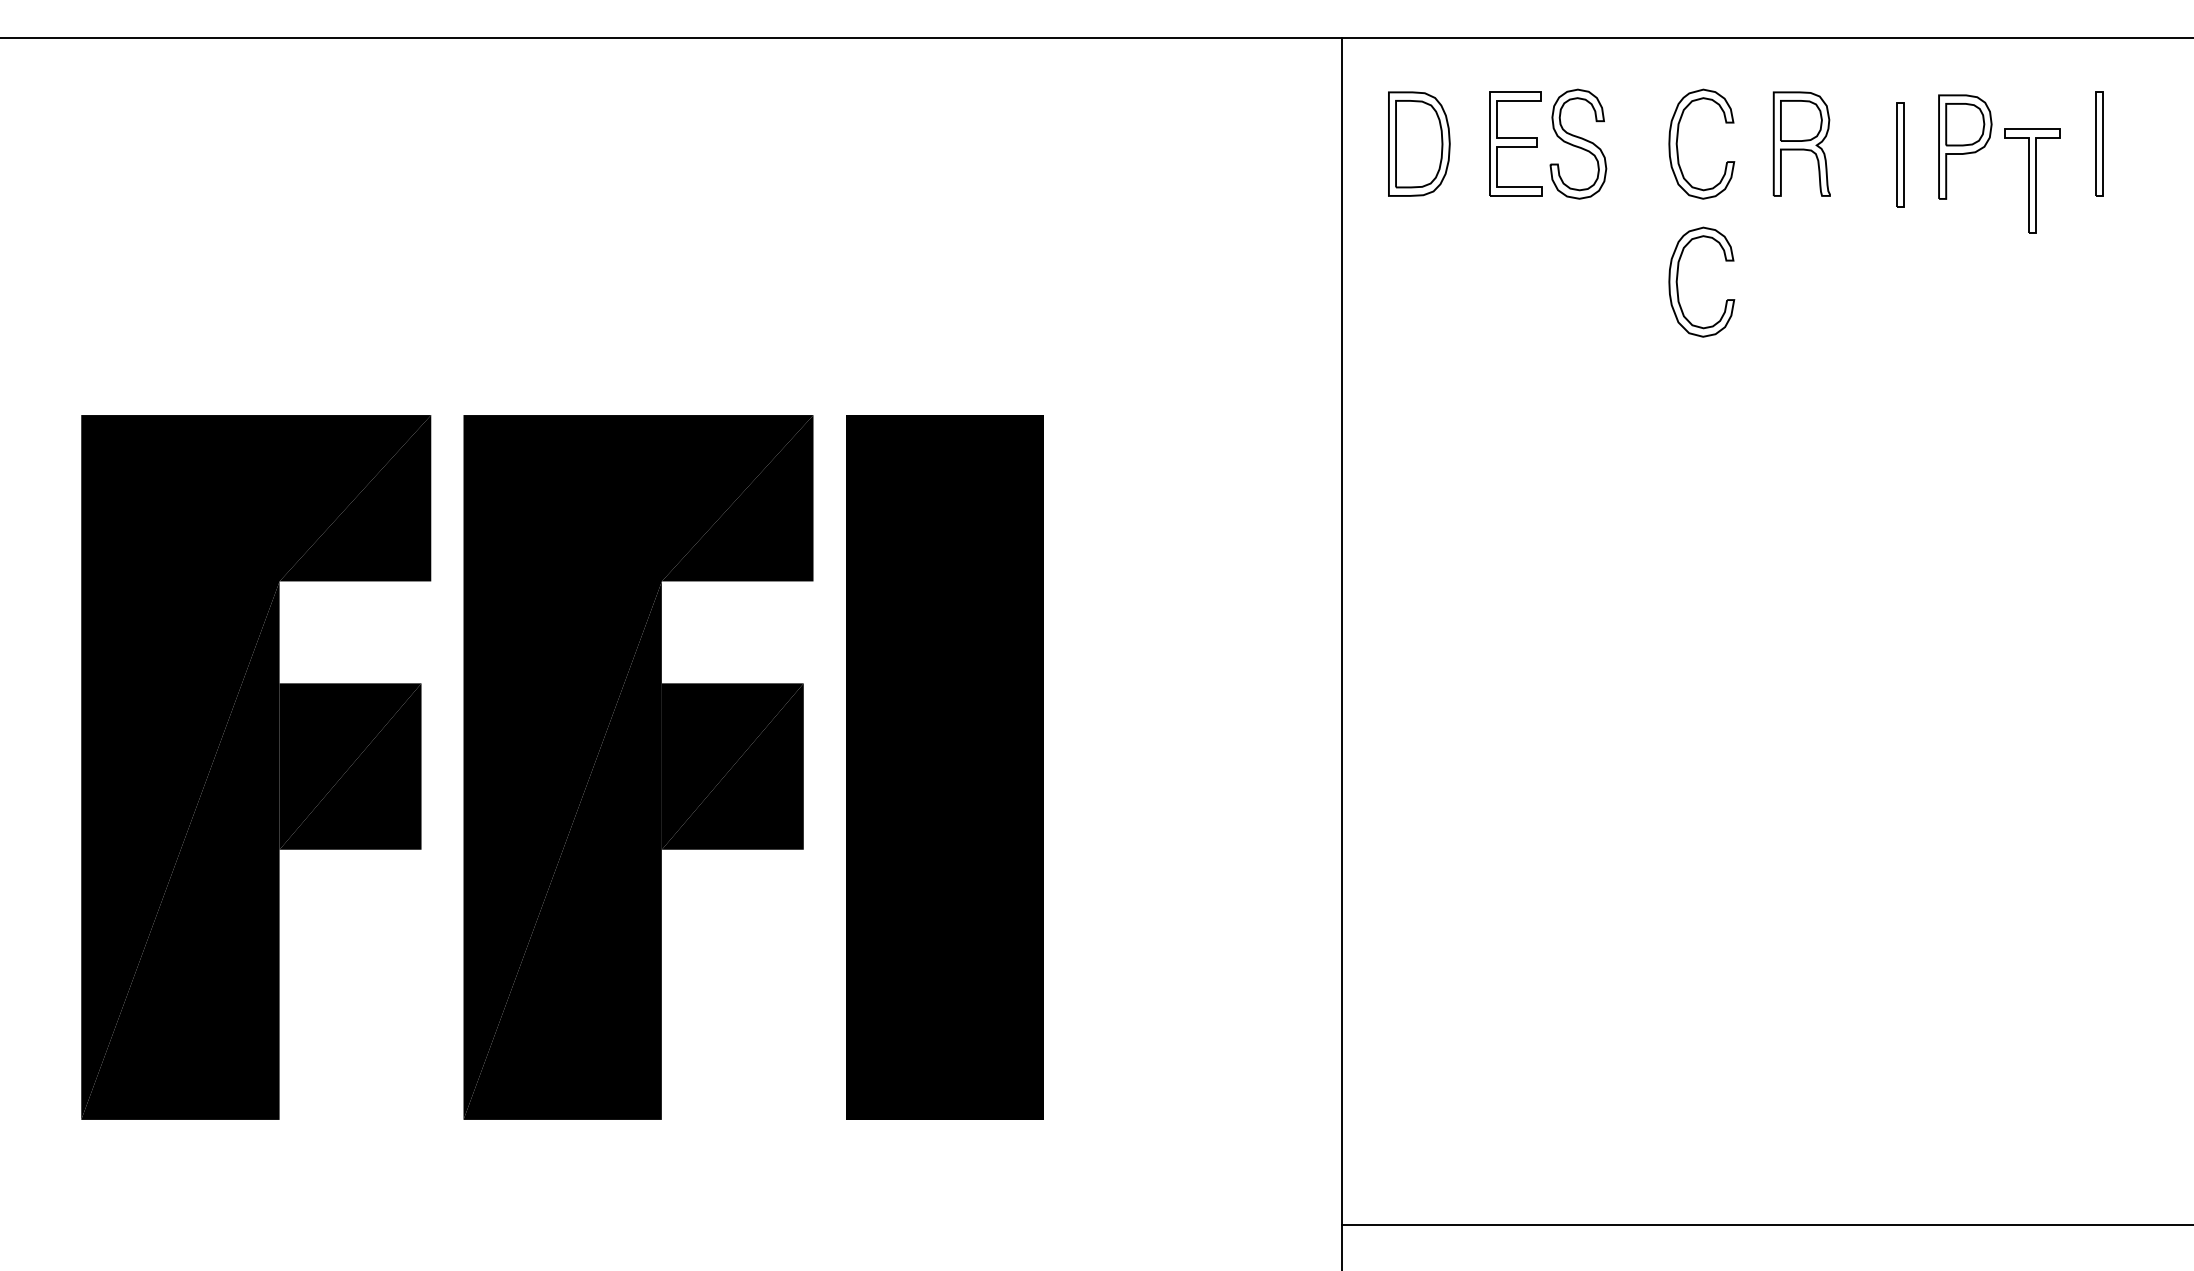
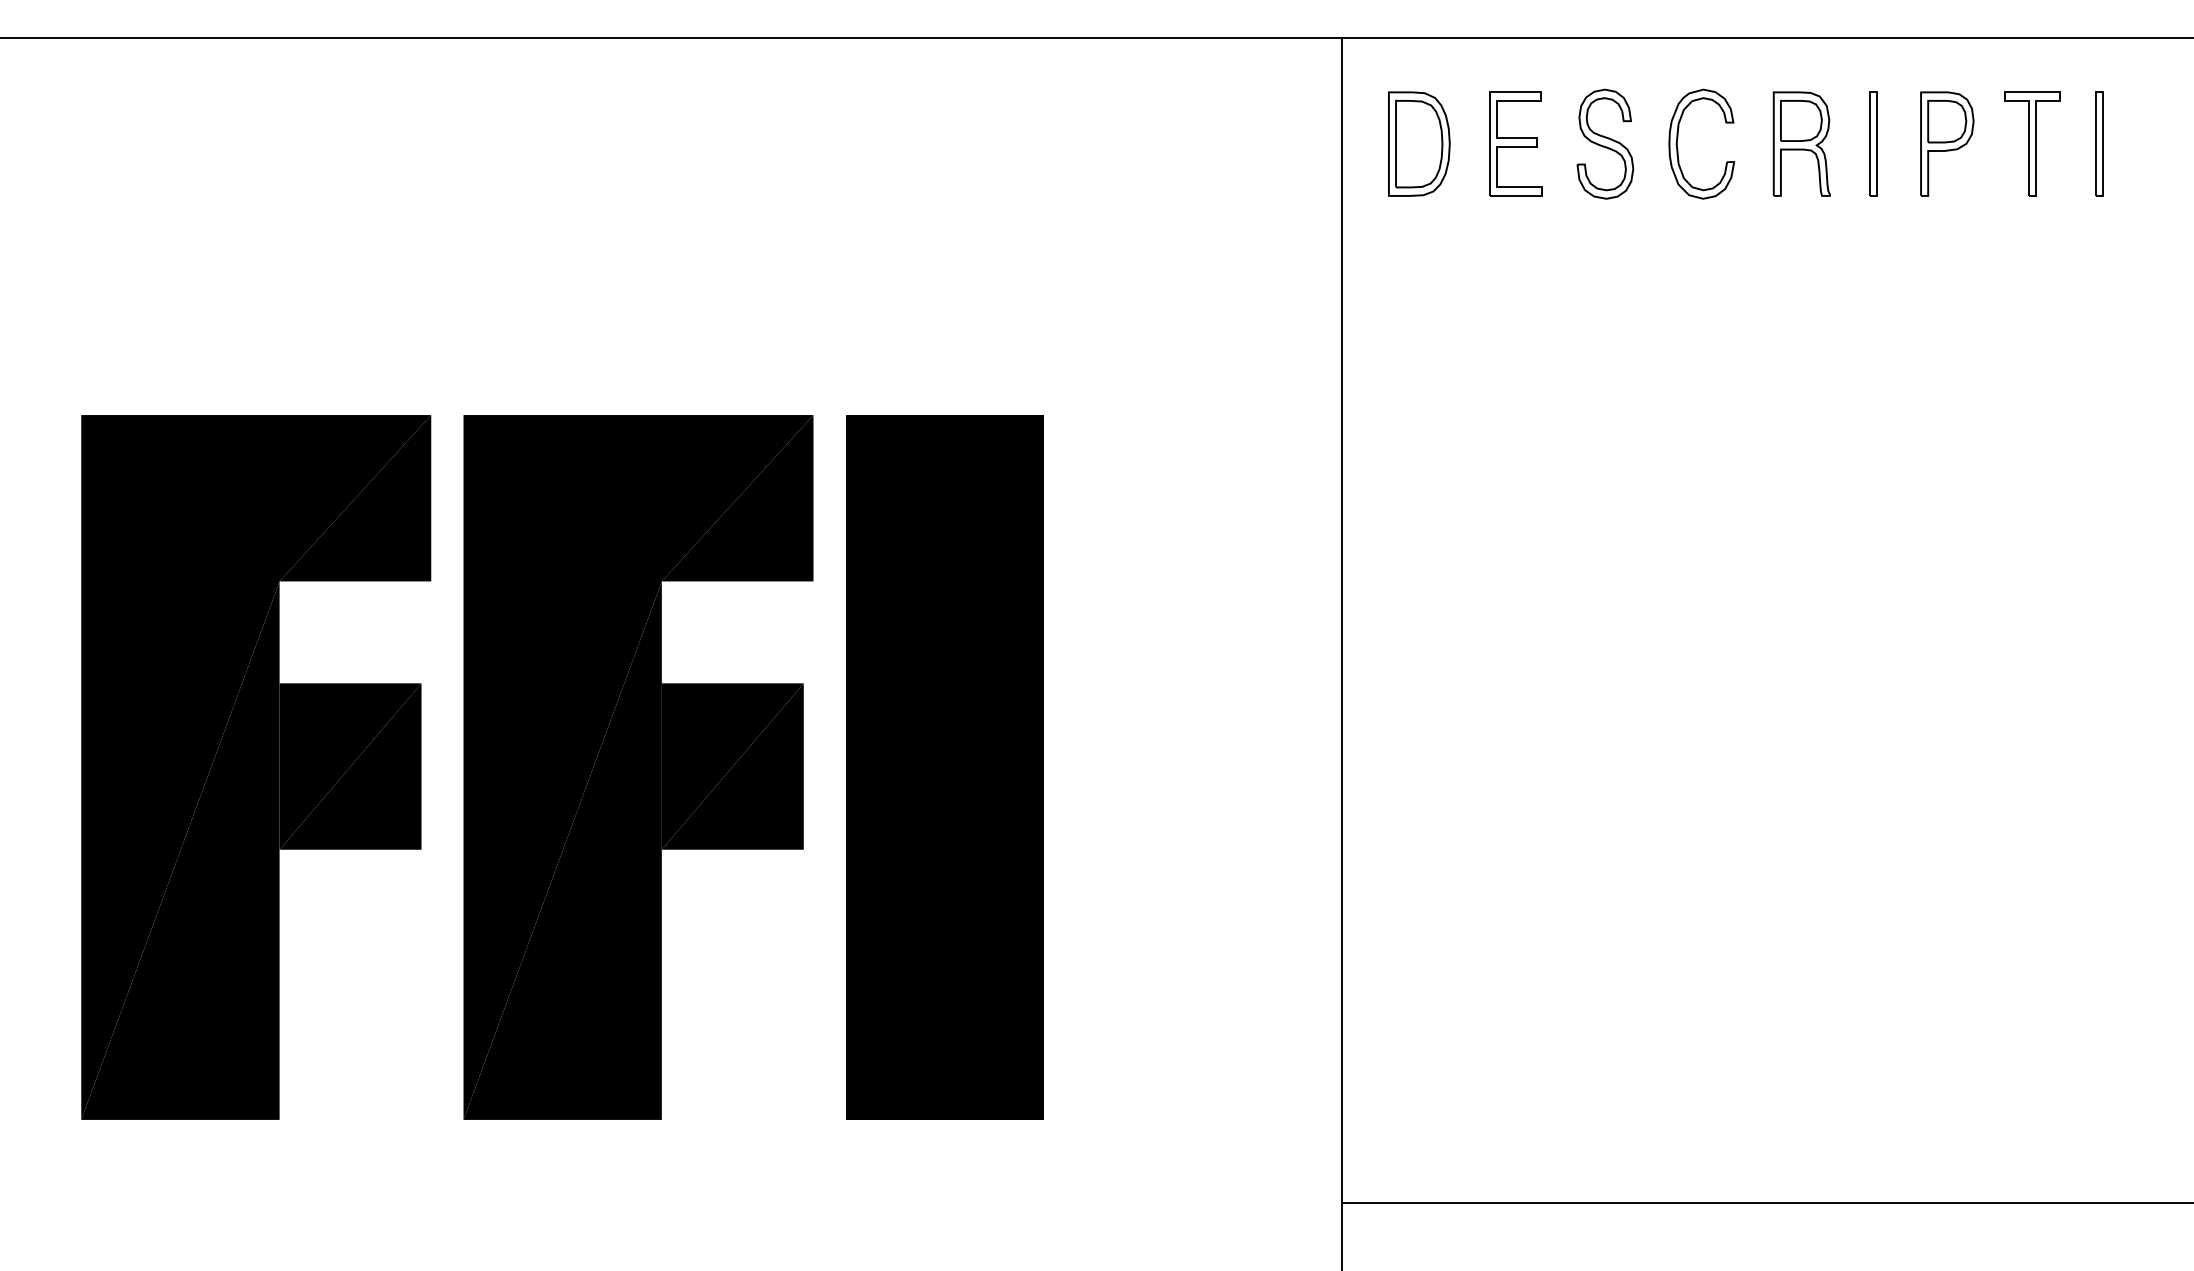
part at (1578, 143) position: (1578, 143) -> (1605, 143)
part at (1965, 146) position: (1965, 146) -> (1947, 143)
part at (1900, 154) position: (1900, 154) -> (1873, 143)
part at (2032, 180) position: (2032, 180) -> (2032, 143)
part at (1678, 276): present -> none
line at (1766, 1225) position: (1766, 1225) -> (1766, 1203)
